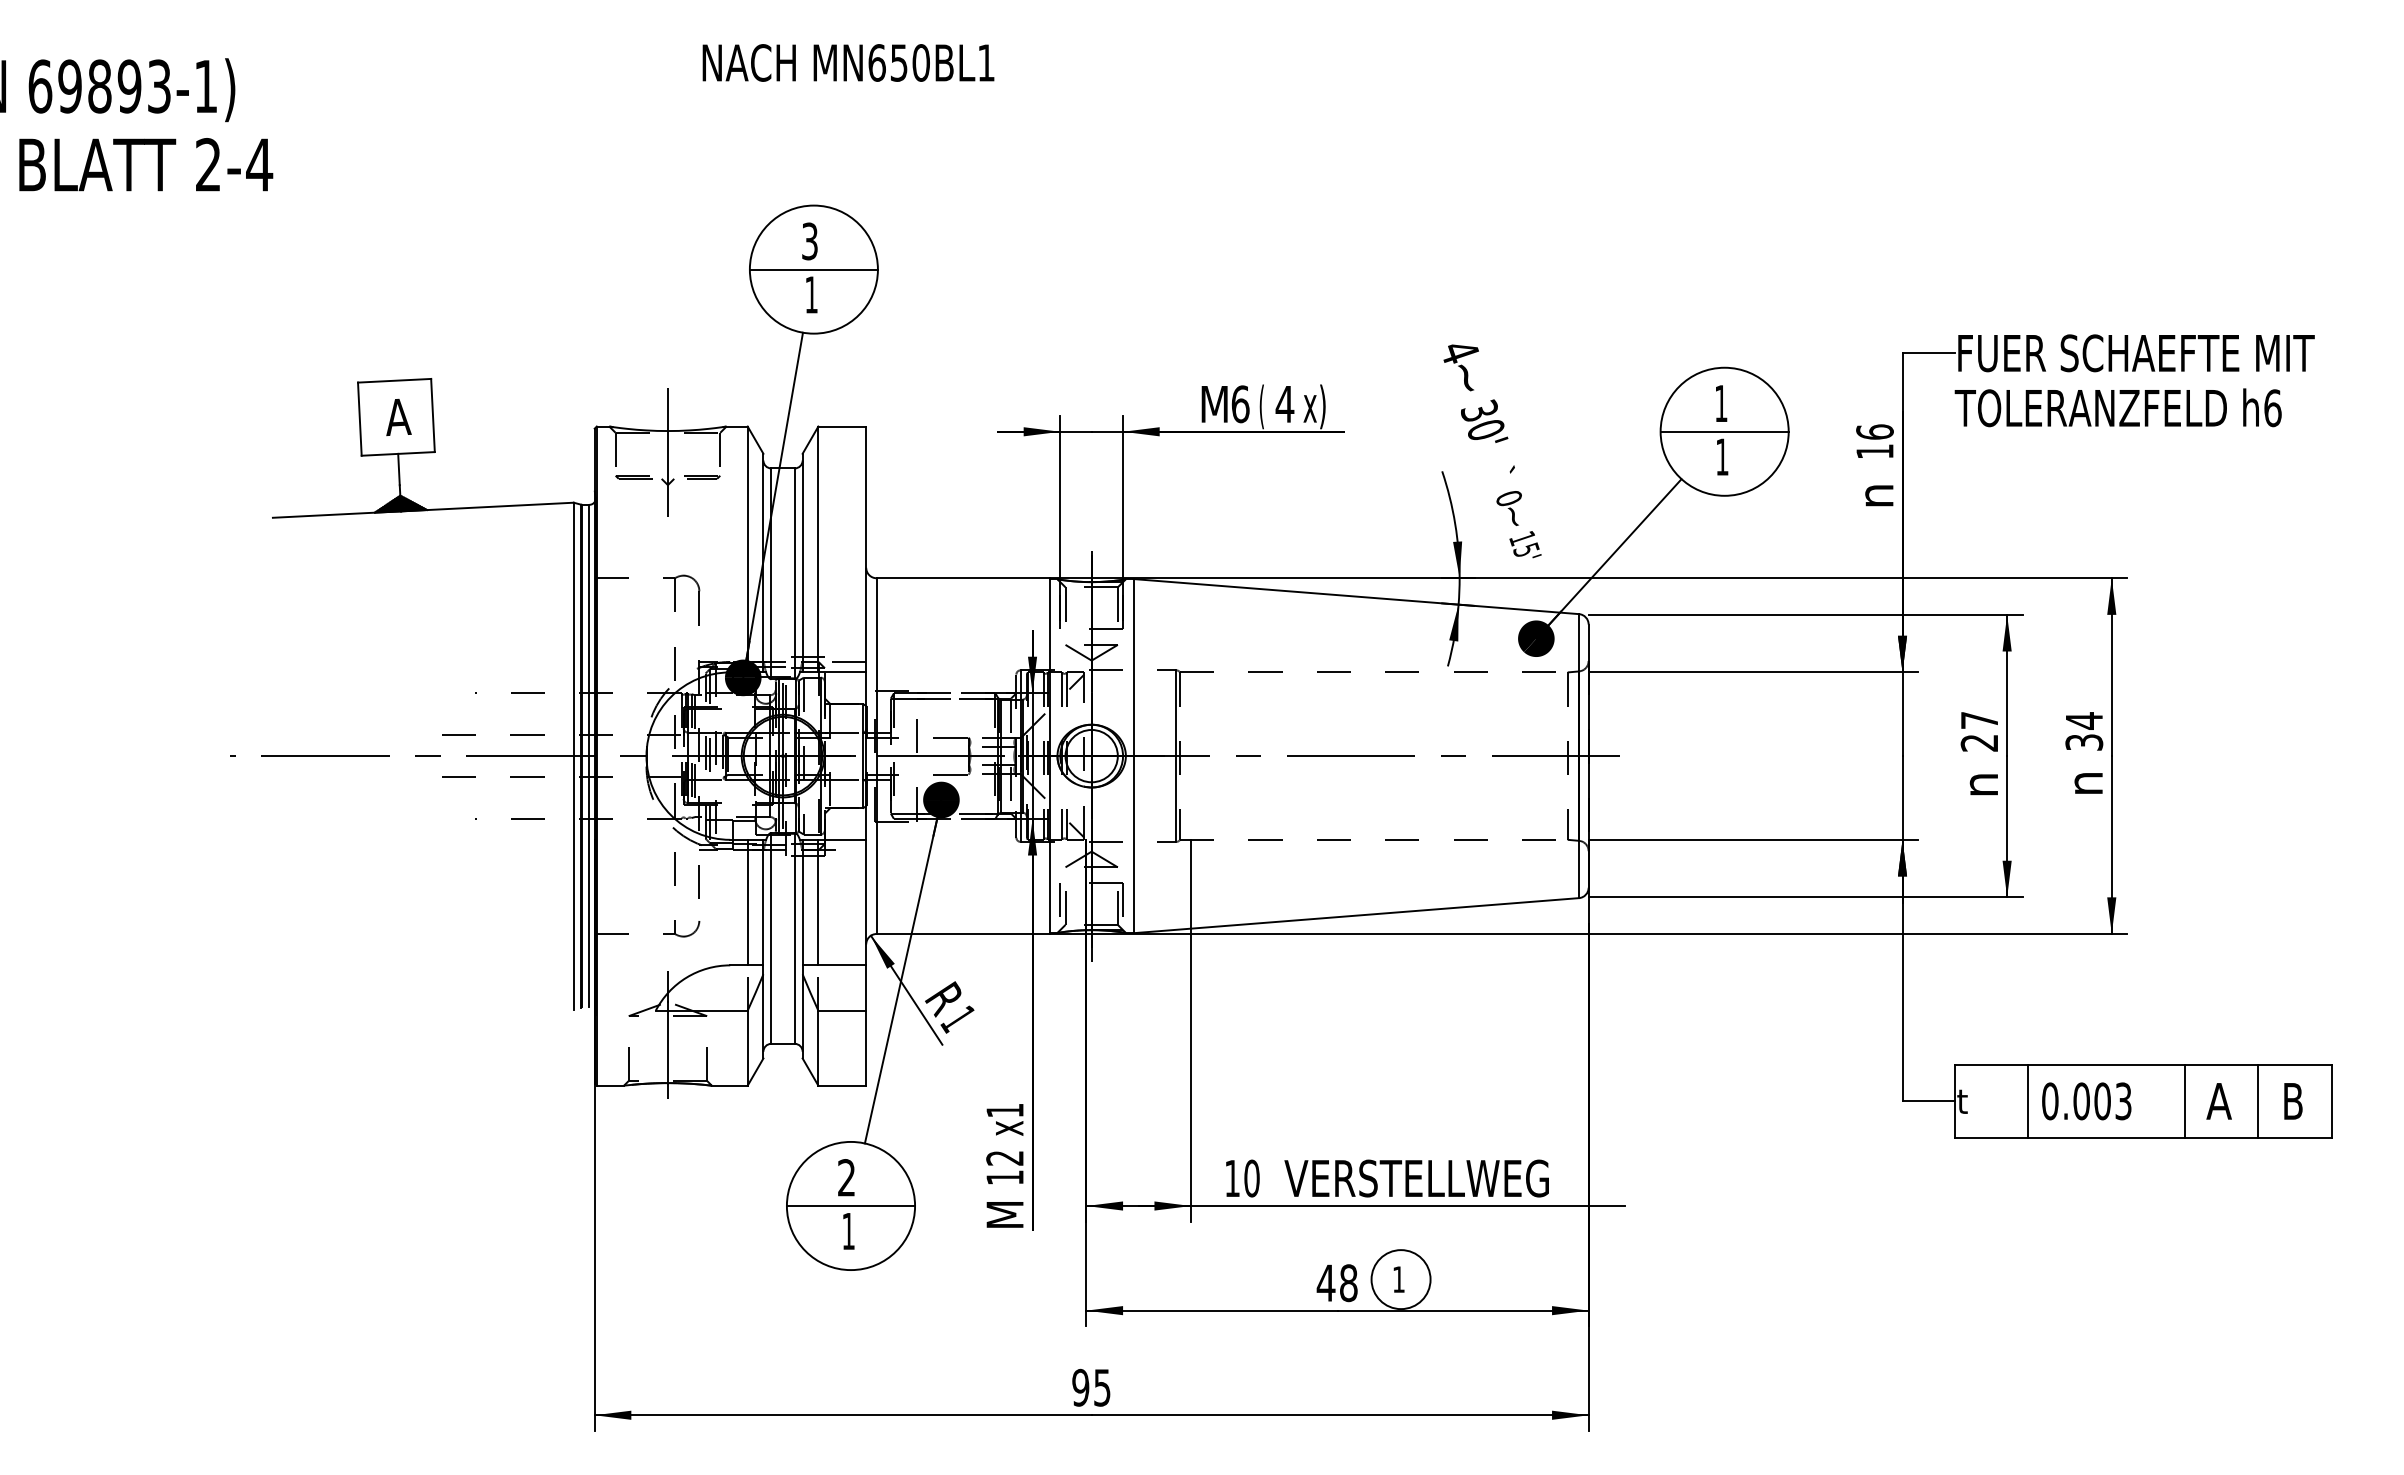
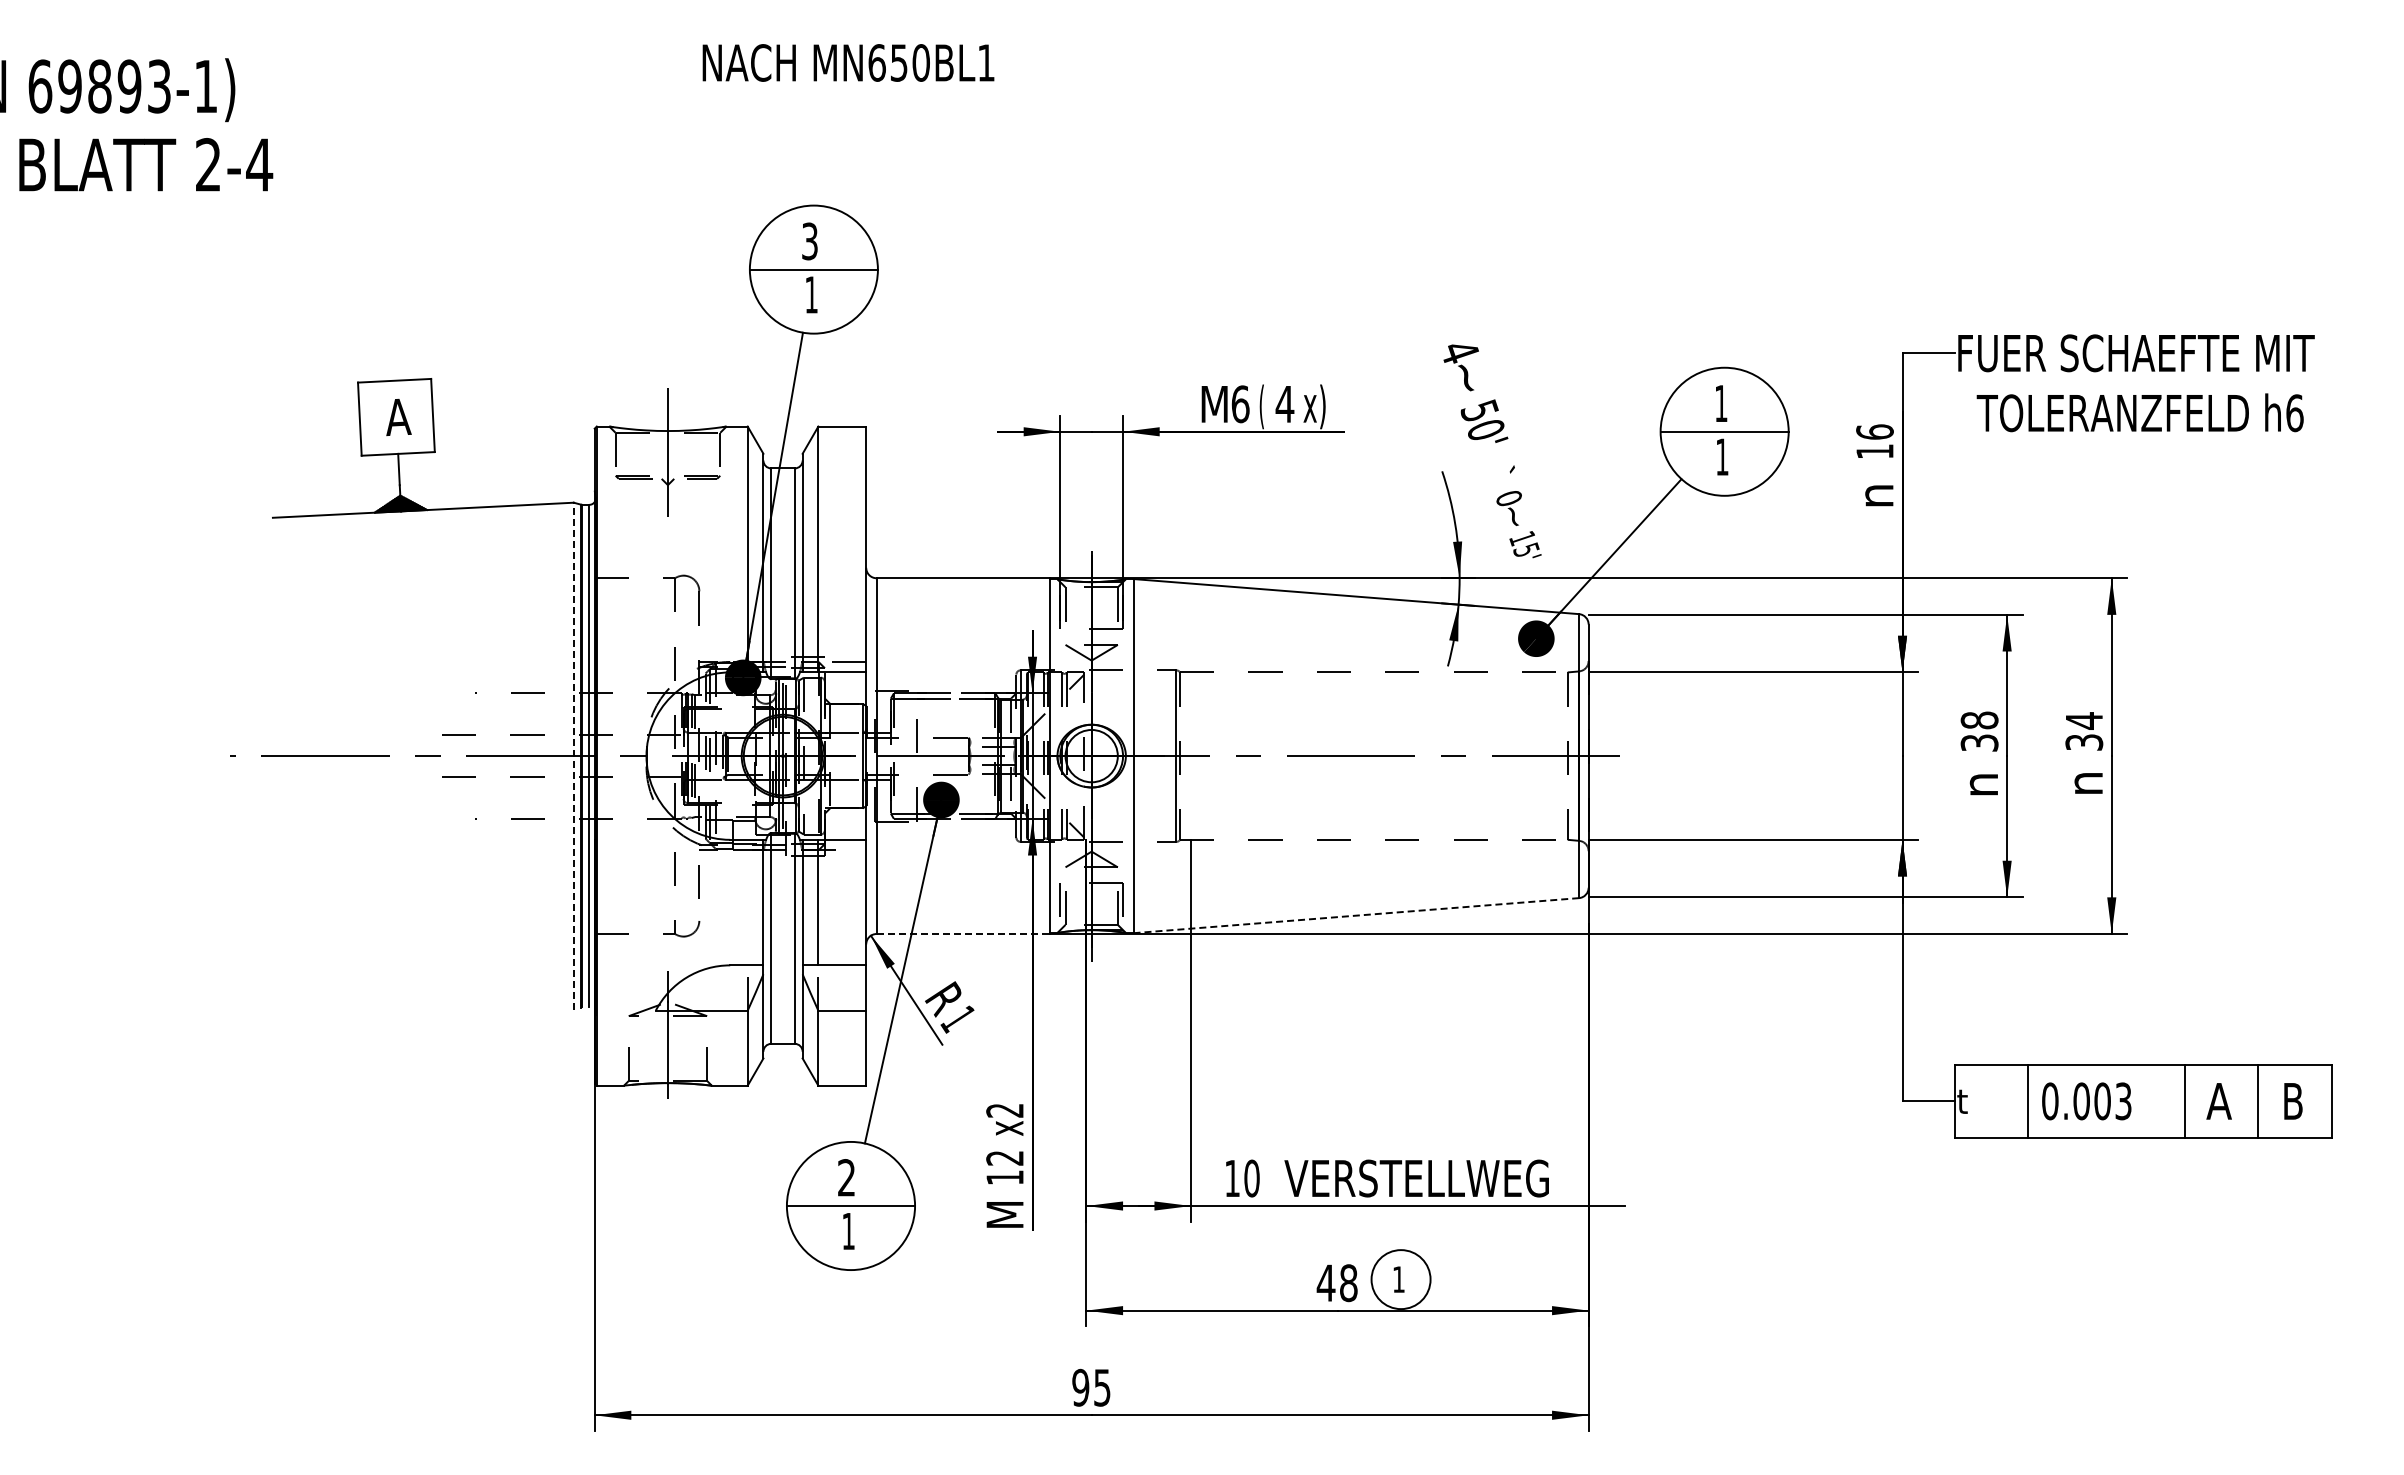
text at (2117, 407) position: (2117, 407) -> (2139, 412)
text at (1479, 410): 30' -> 50'
text at (1979, 731): 27 -> 38
line at (573, 755): solid -> dashed
line at (747, 902): present -> none
line at (1356, 915): solid -> dashed
line at (963, 933): solid -> dashed
text at (1004, 1110): x1 -> x2
